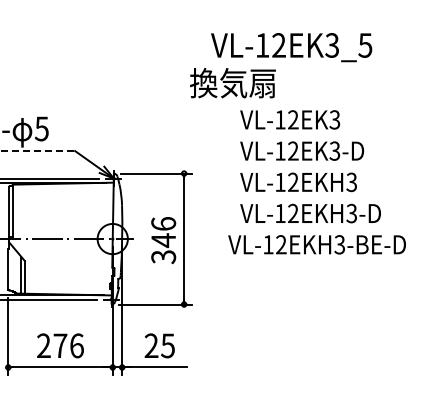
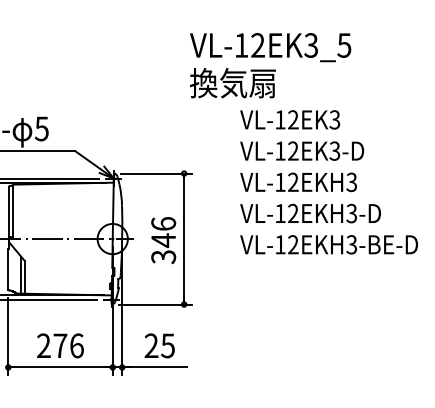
text at (291, 47) position: (291, 47) -> (270, 47)
line at (38, 151): dashed -> solid
text at (316, 244) position: (316, 244) -> (328, 244)
